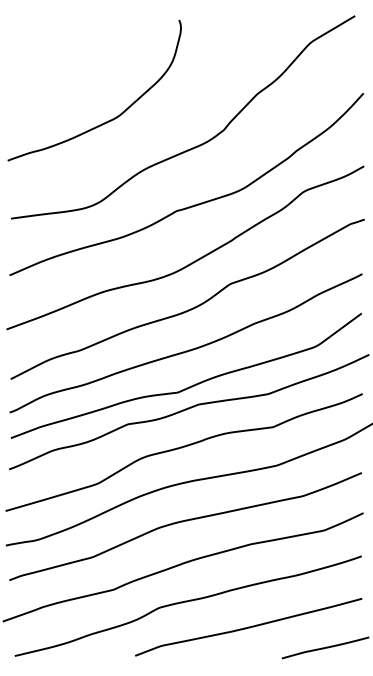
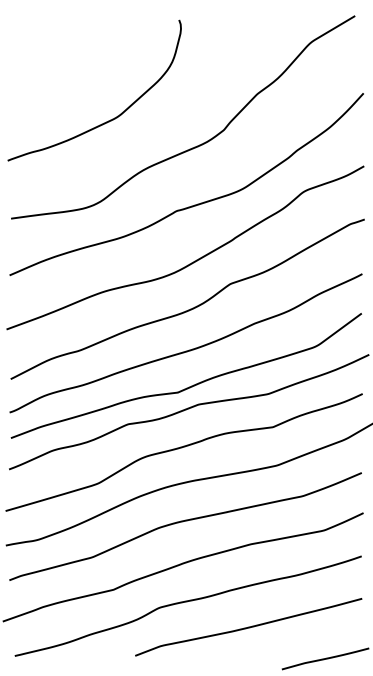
line at (325, 647) position: (325, 647) -> (325, 658)
